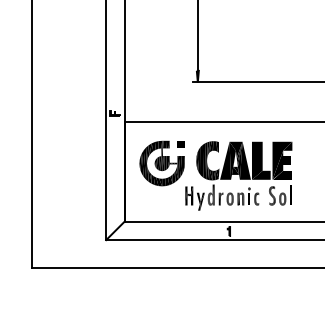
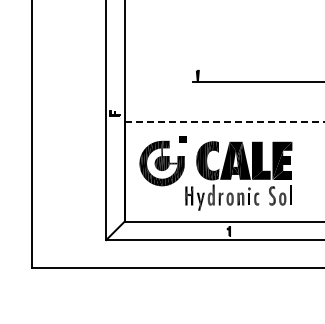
line at (197, 36): present -> none
line at (224, 121): solid -> dashed
part at (180, 144) position: (180, 144) -> (182, 139)
